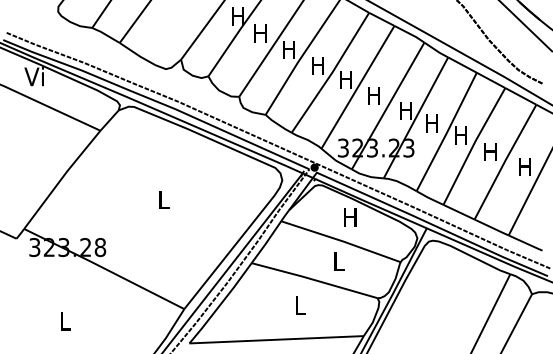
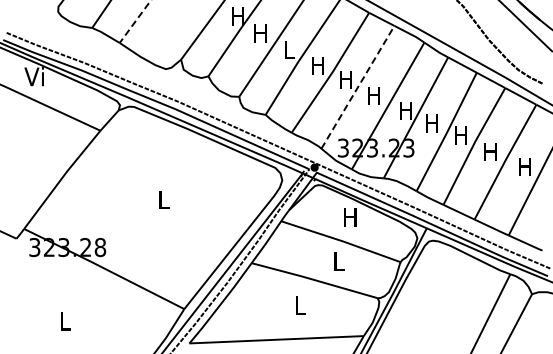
line at (135, 22): solid -> dashed
text at (288, 49): H -> L
line at (358, 86): solid -> dashed
